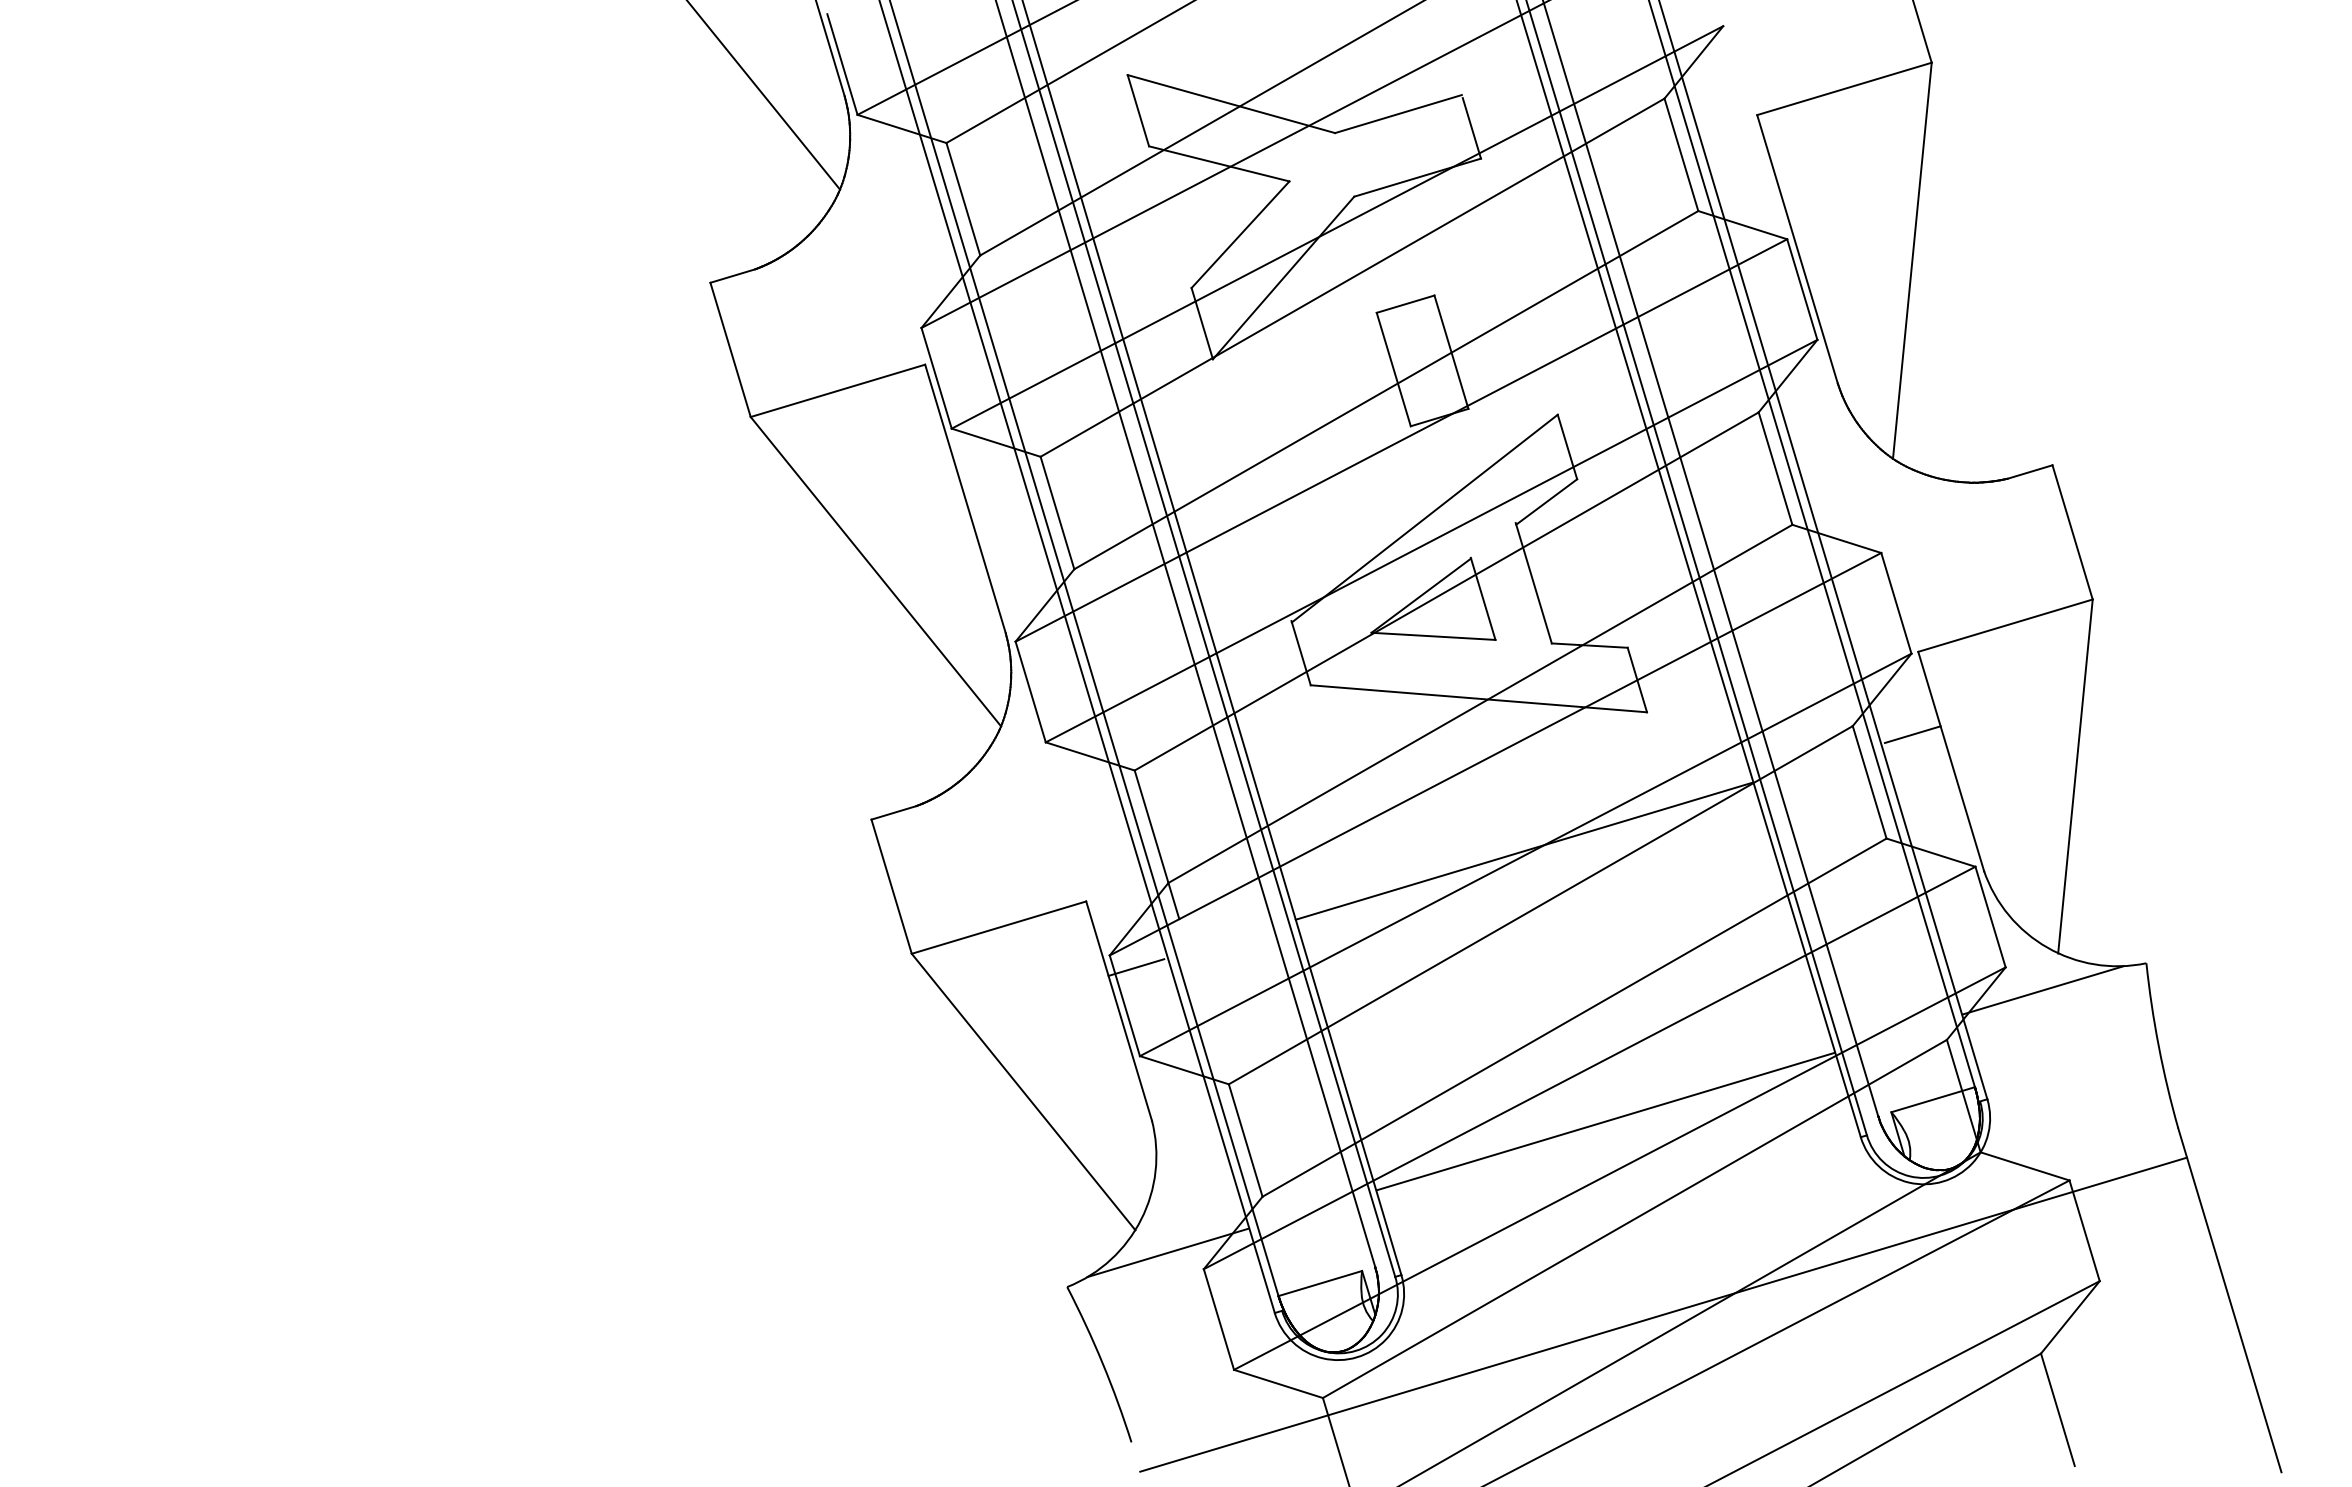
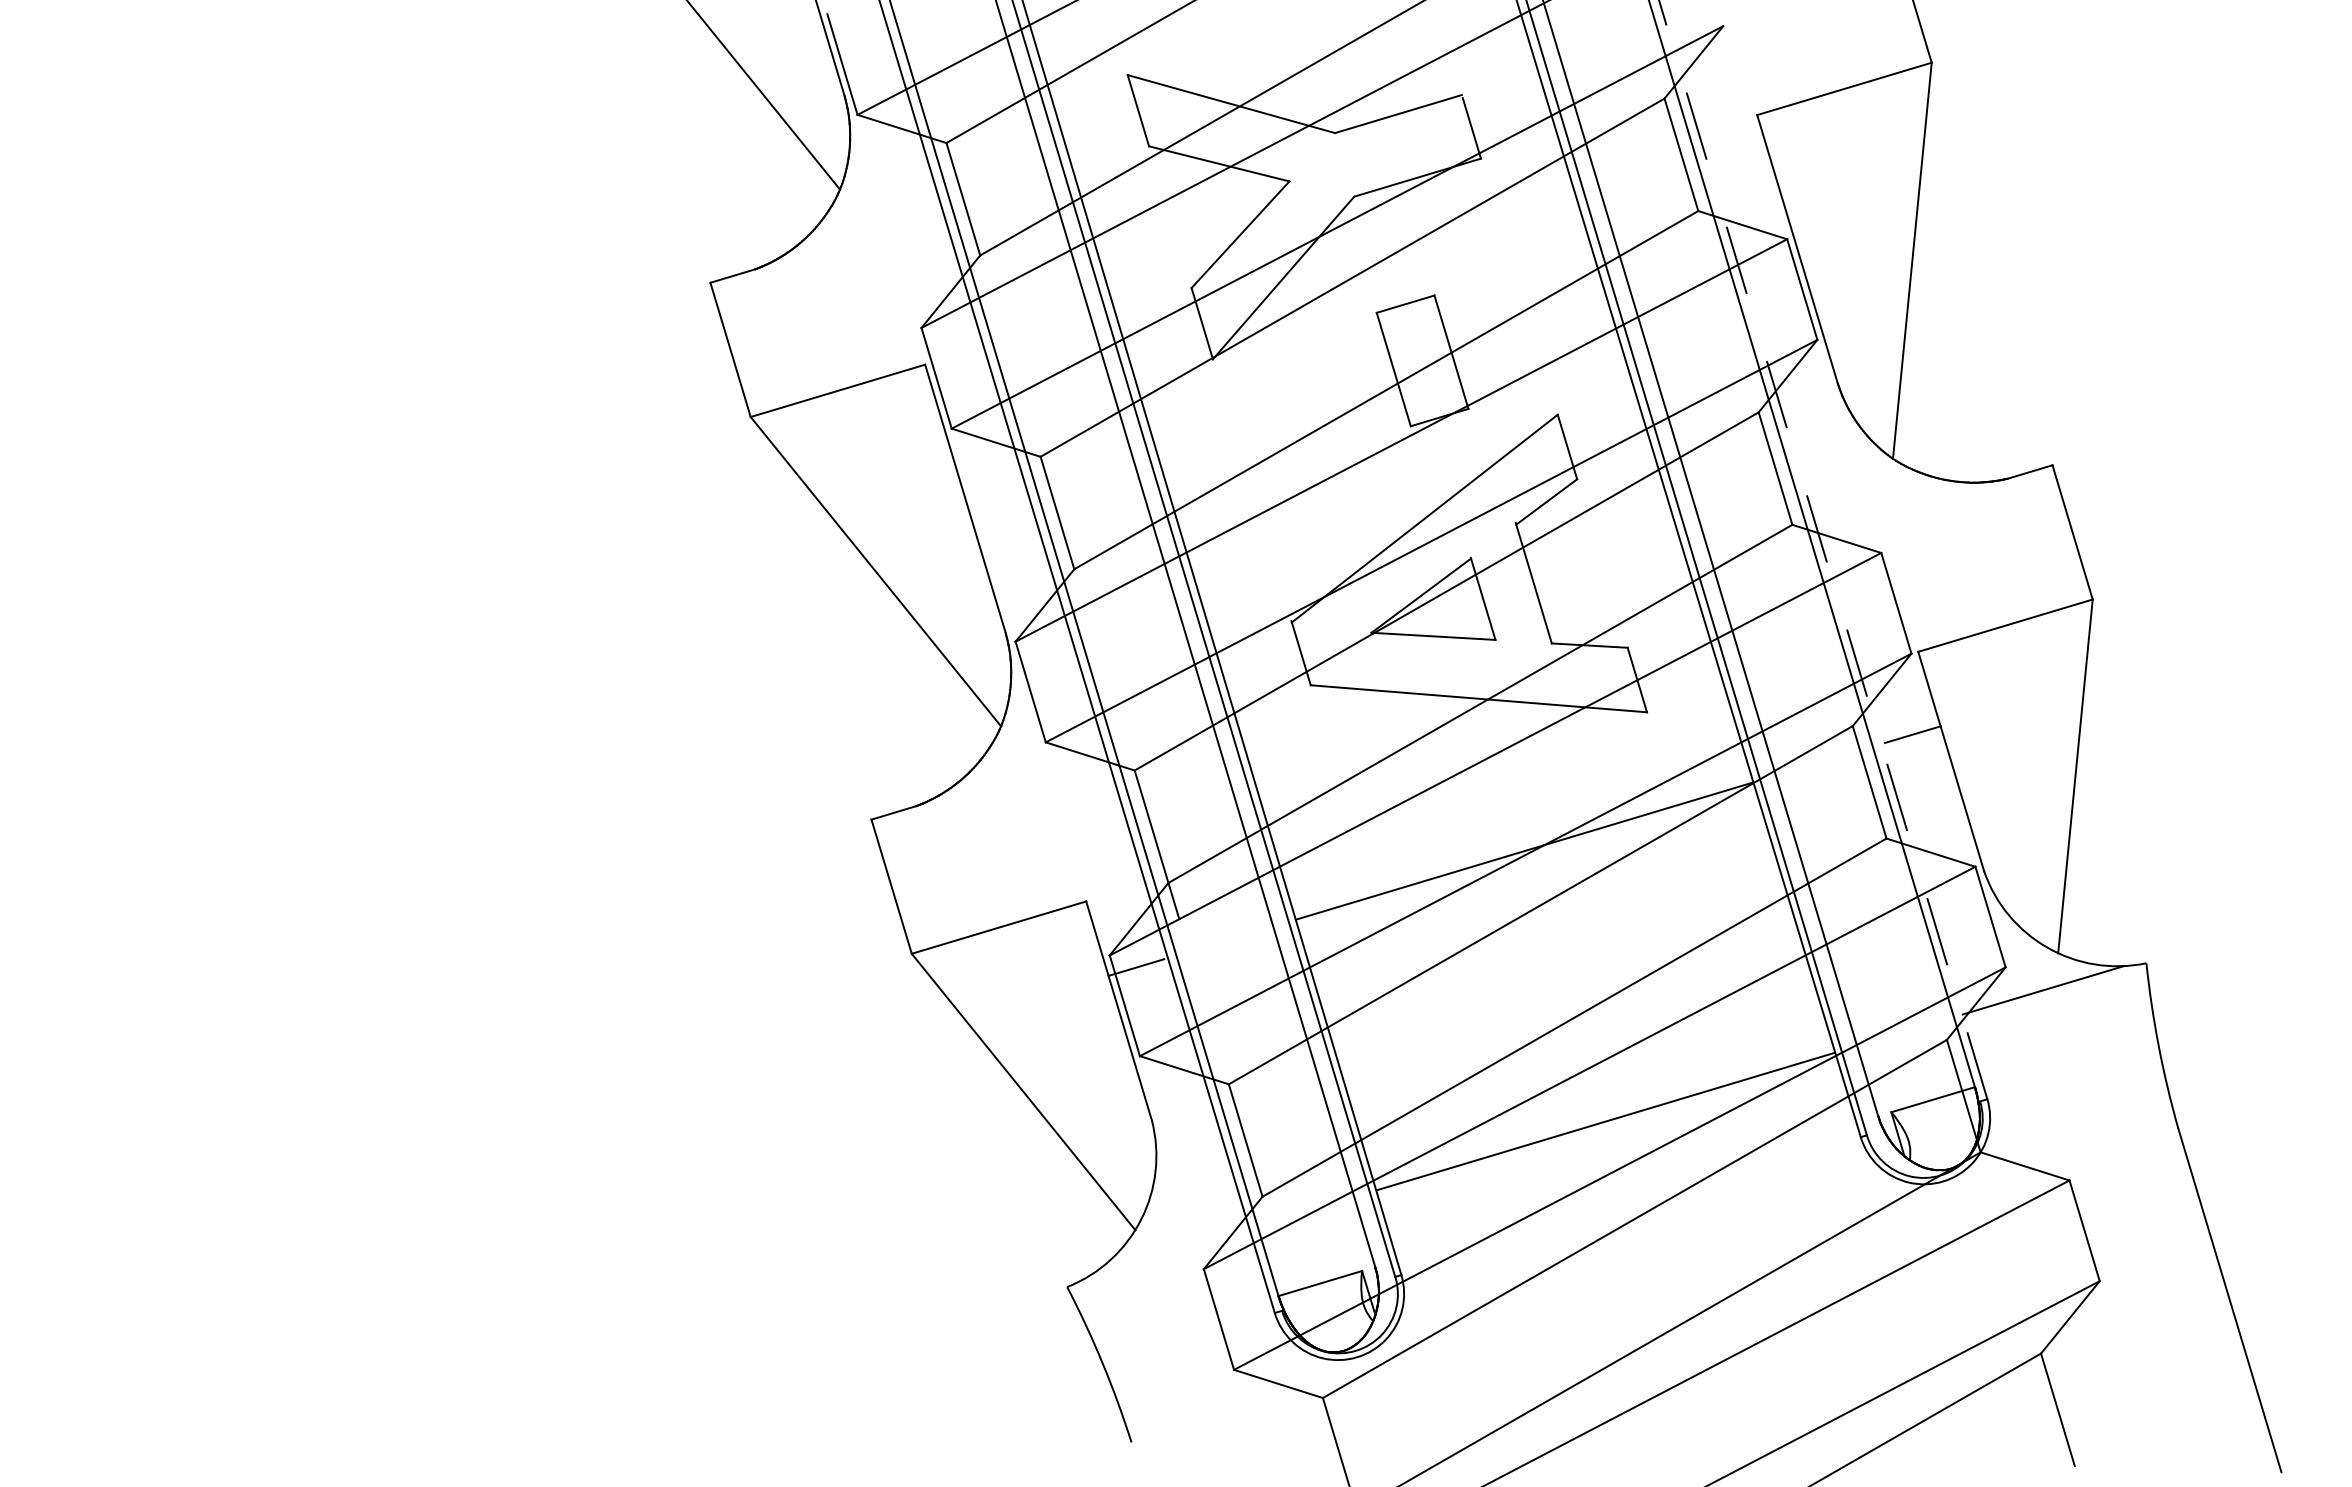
line at (1823, 549): solid -> dashed
line at (1167, 1252): present -> none
line at (1663, 1314): present -> none
